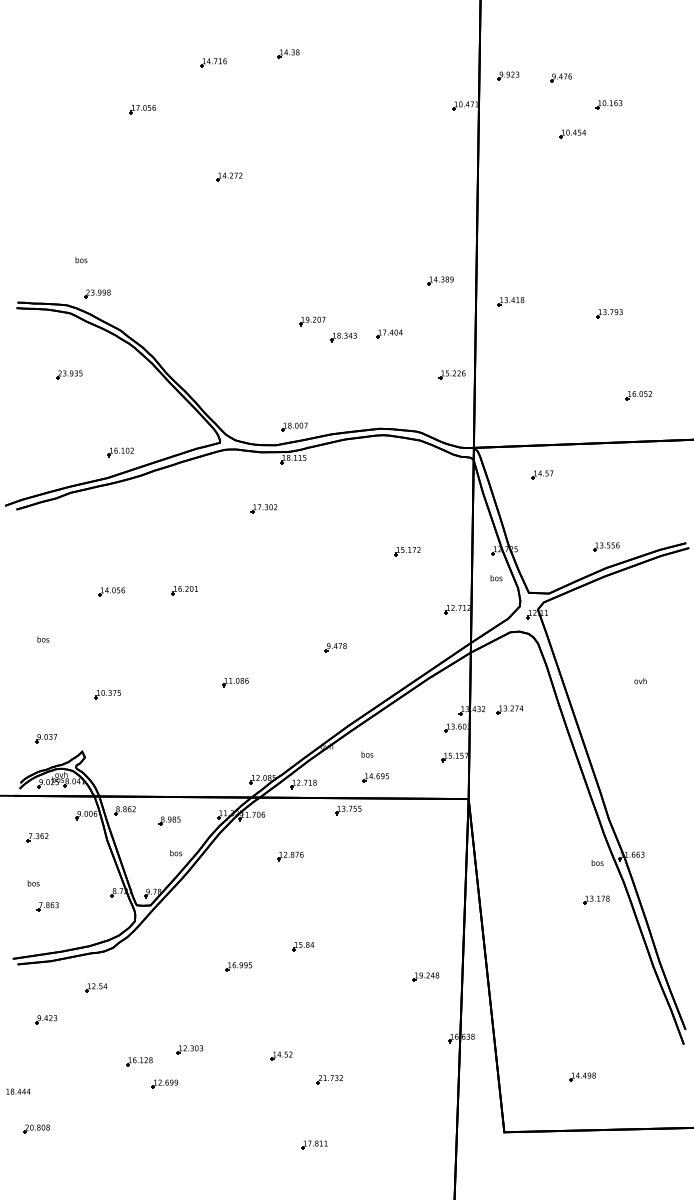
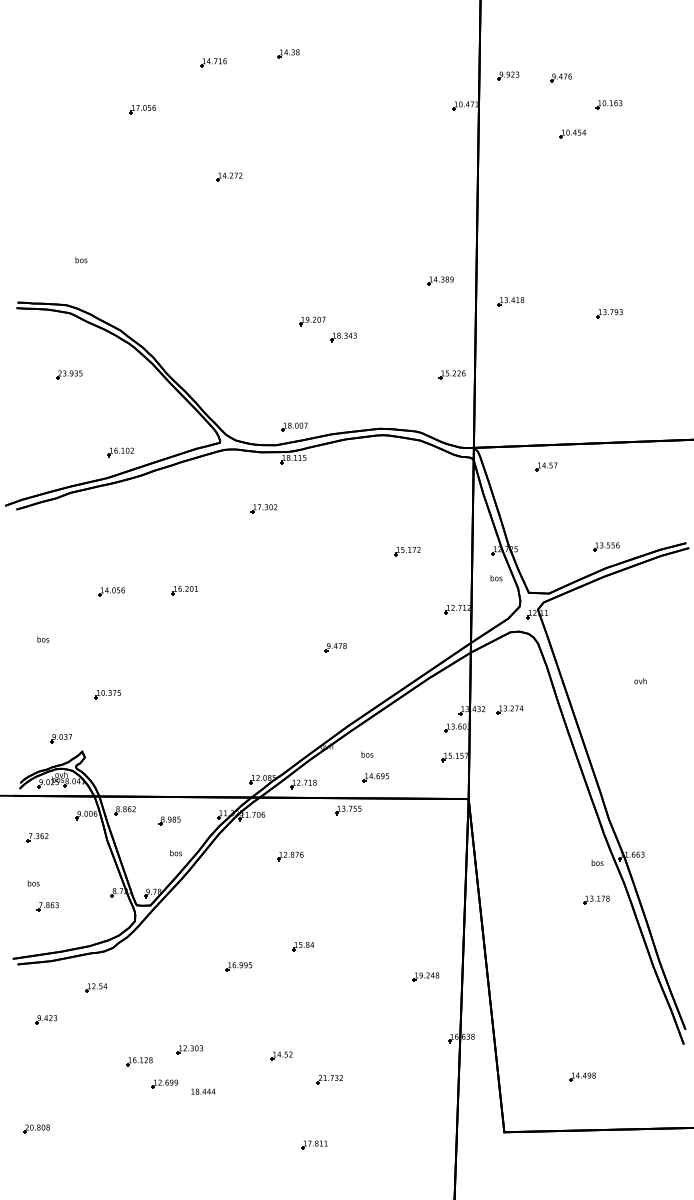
part at (97, 293): present -> none
part at (389, 333): present -> none
part at (638, 395): present -> none
part at (542, 474) position: (542, 474) -> (546, 466)
part at (235, 682): present -> none
part at (45, 738) position: (45, 738) -> (60, 738)
text at (18, 1091) position: (18, 1091) -> (203, 1091)
